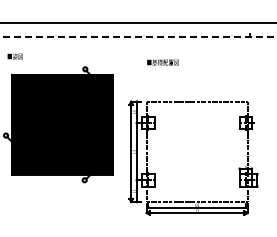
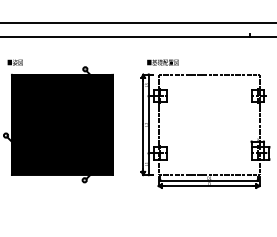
line at (137, 37): dashed -> solid
text at (14, 56) position: (14, 56) -> (14, 62)
part at (155, 173) position: (155, 173) -> (167, 146)
